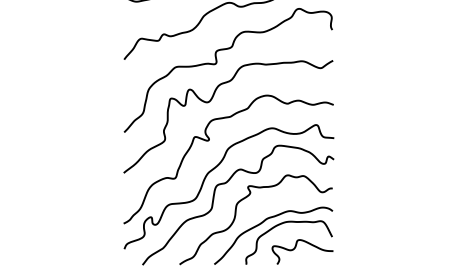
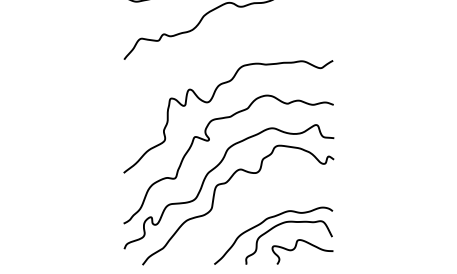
curve at (217, 63): present -> none
curve at (236, 215): present -> none
